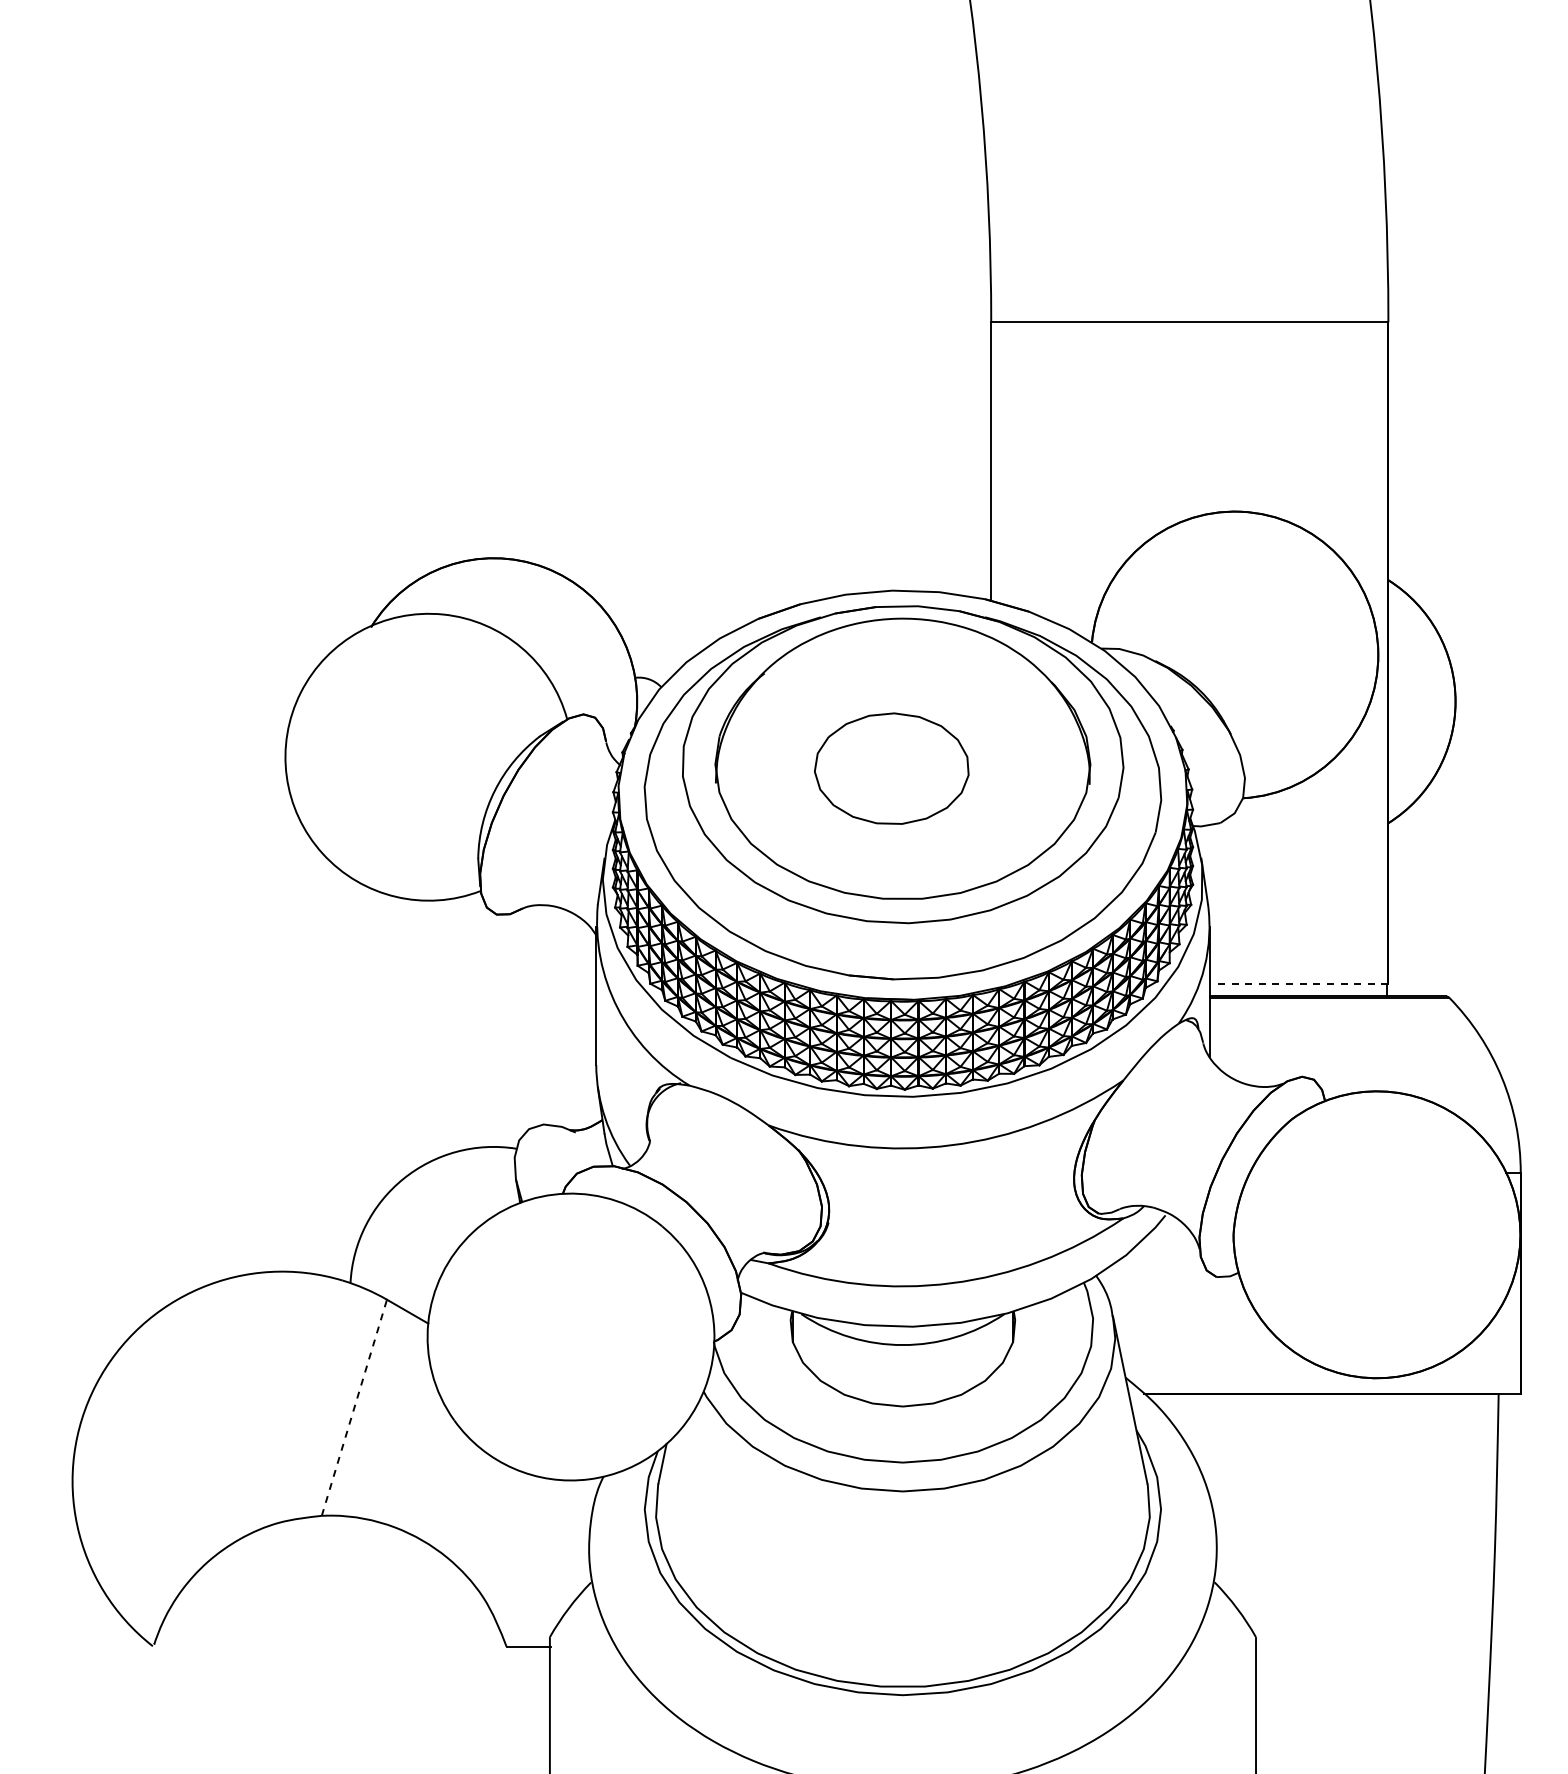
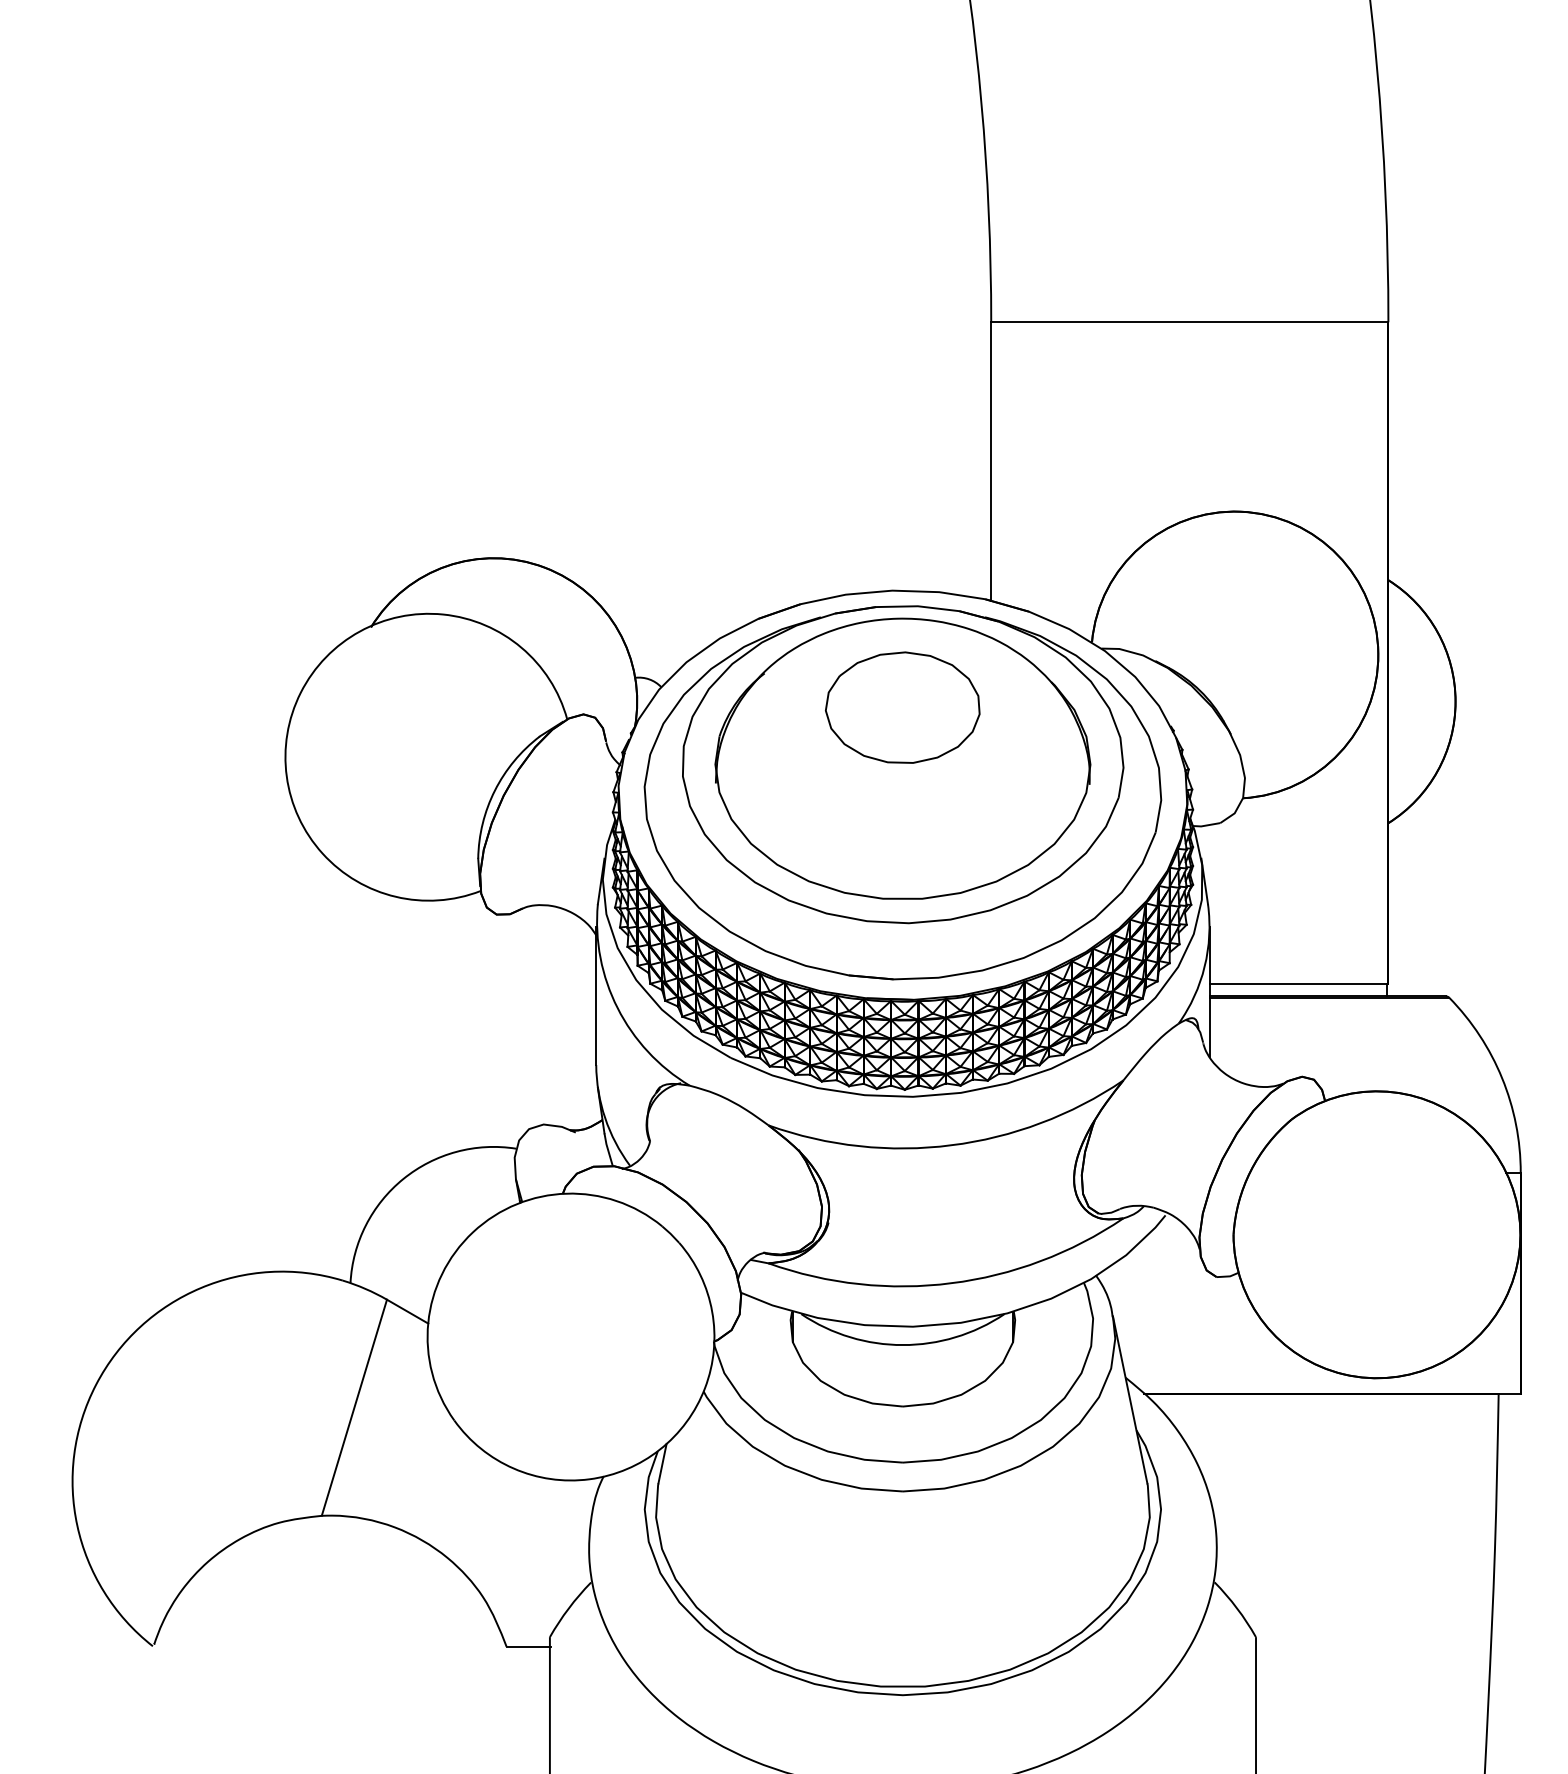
part at (891, 768) position: (891, 768) -> (902, 707)
line at (1298, 984): dashed -> solid
line at (354, 1407): dashed -> solid
